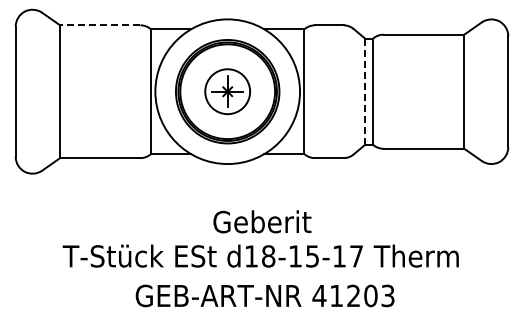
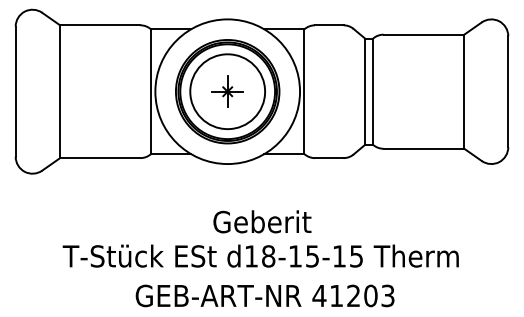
line at (99, 25): dashed -> solid
circle at (227, 91) diameter: 45 px -> 75 px
line at (365, 91): dashed -> solid
text at (356, 256): d18-15-17 -> d18-15-15
